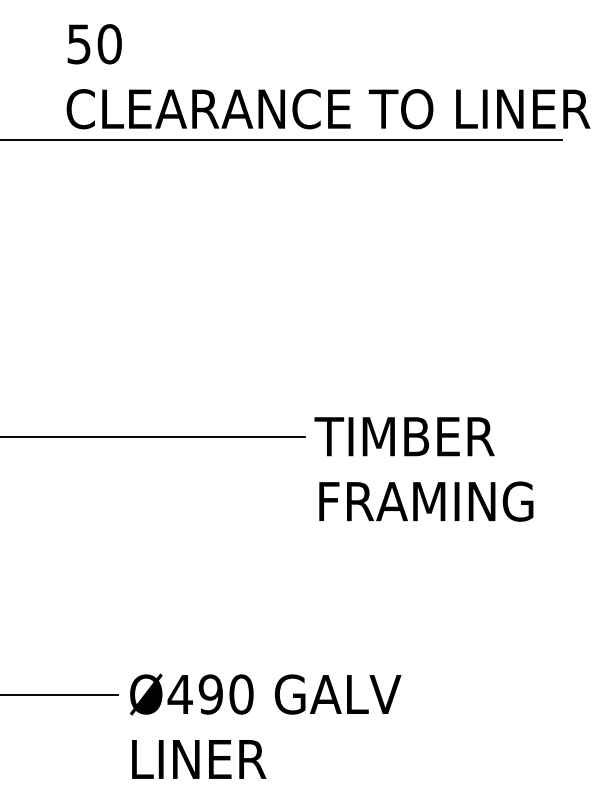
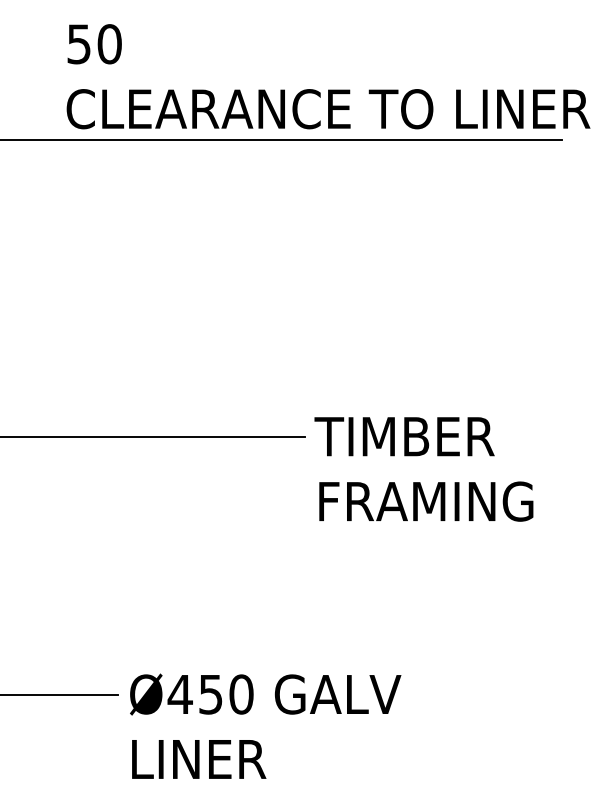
text at (210, 694): Ø490 -> Ø450
